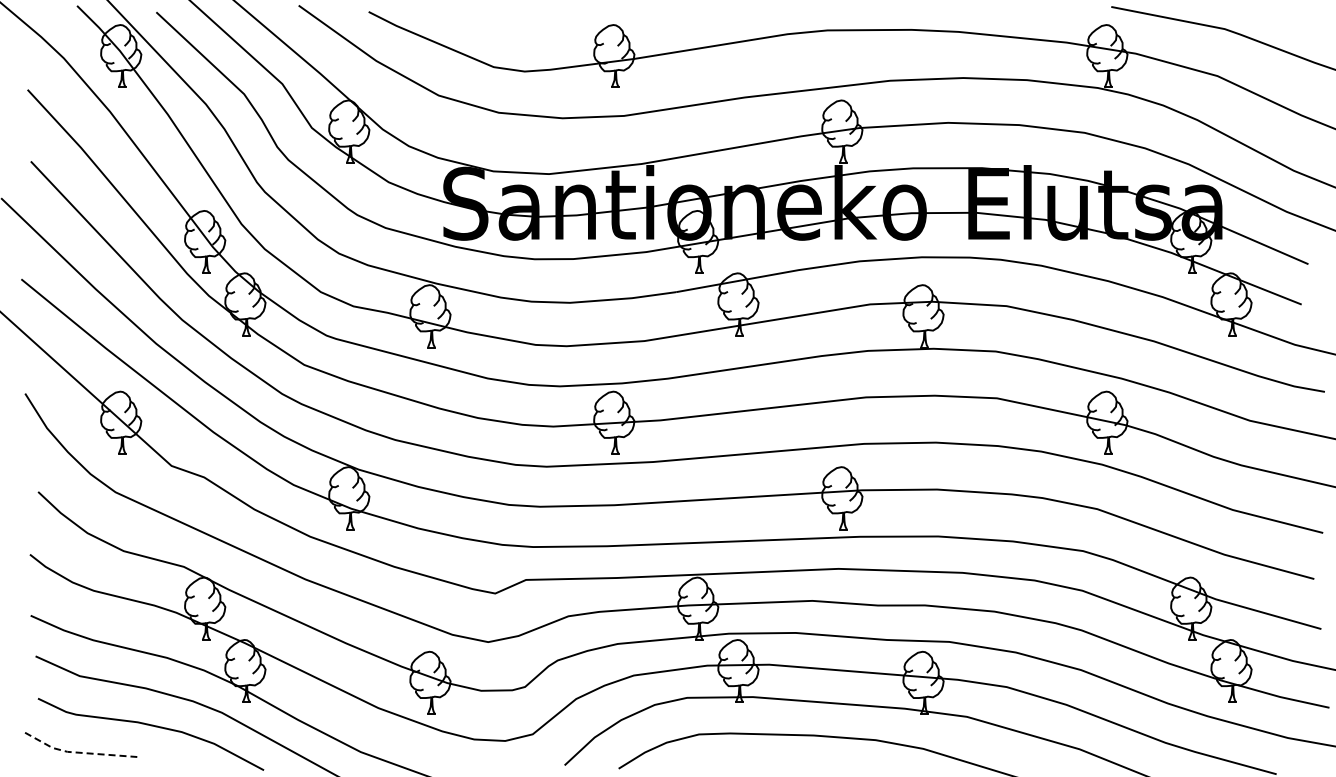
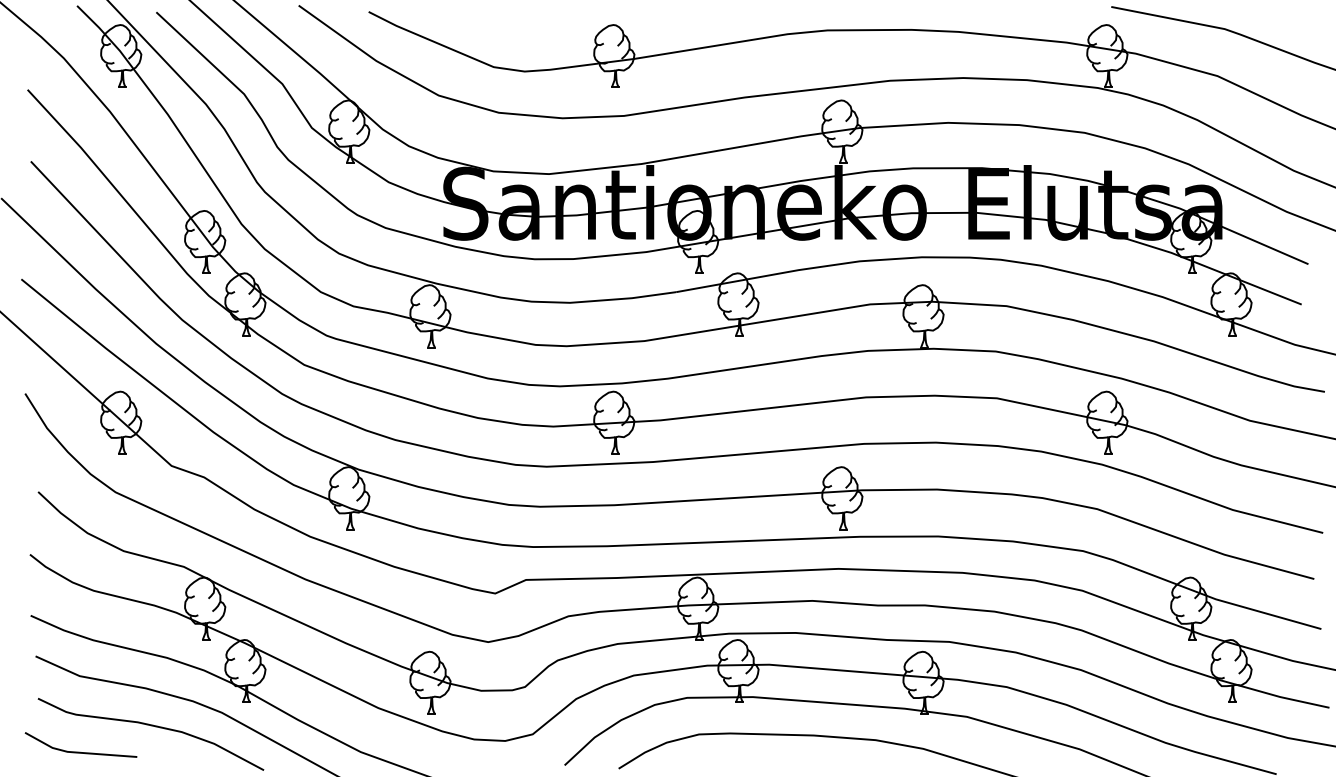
line at (77, 752): dashed -> solid
